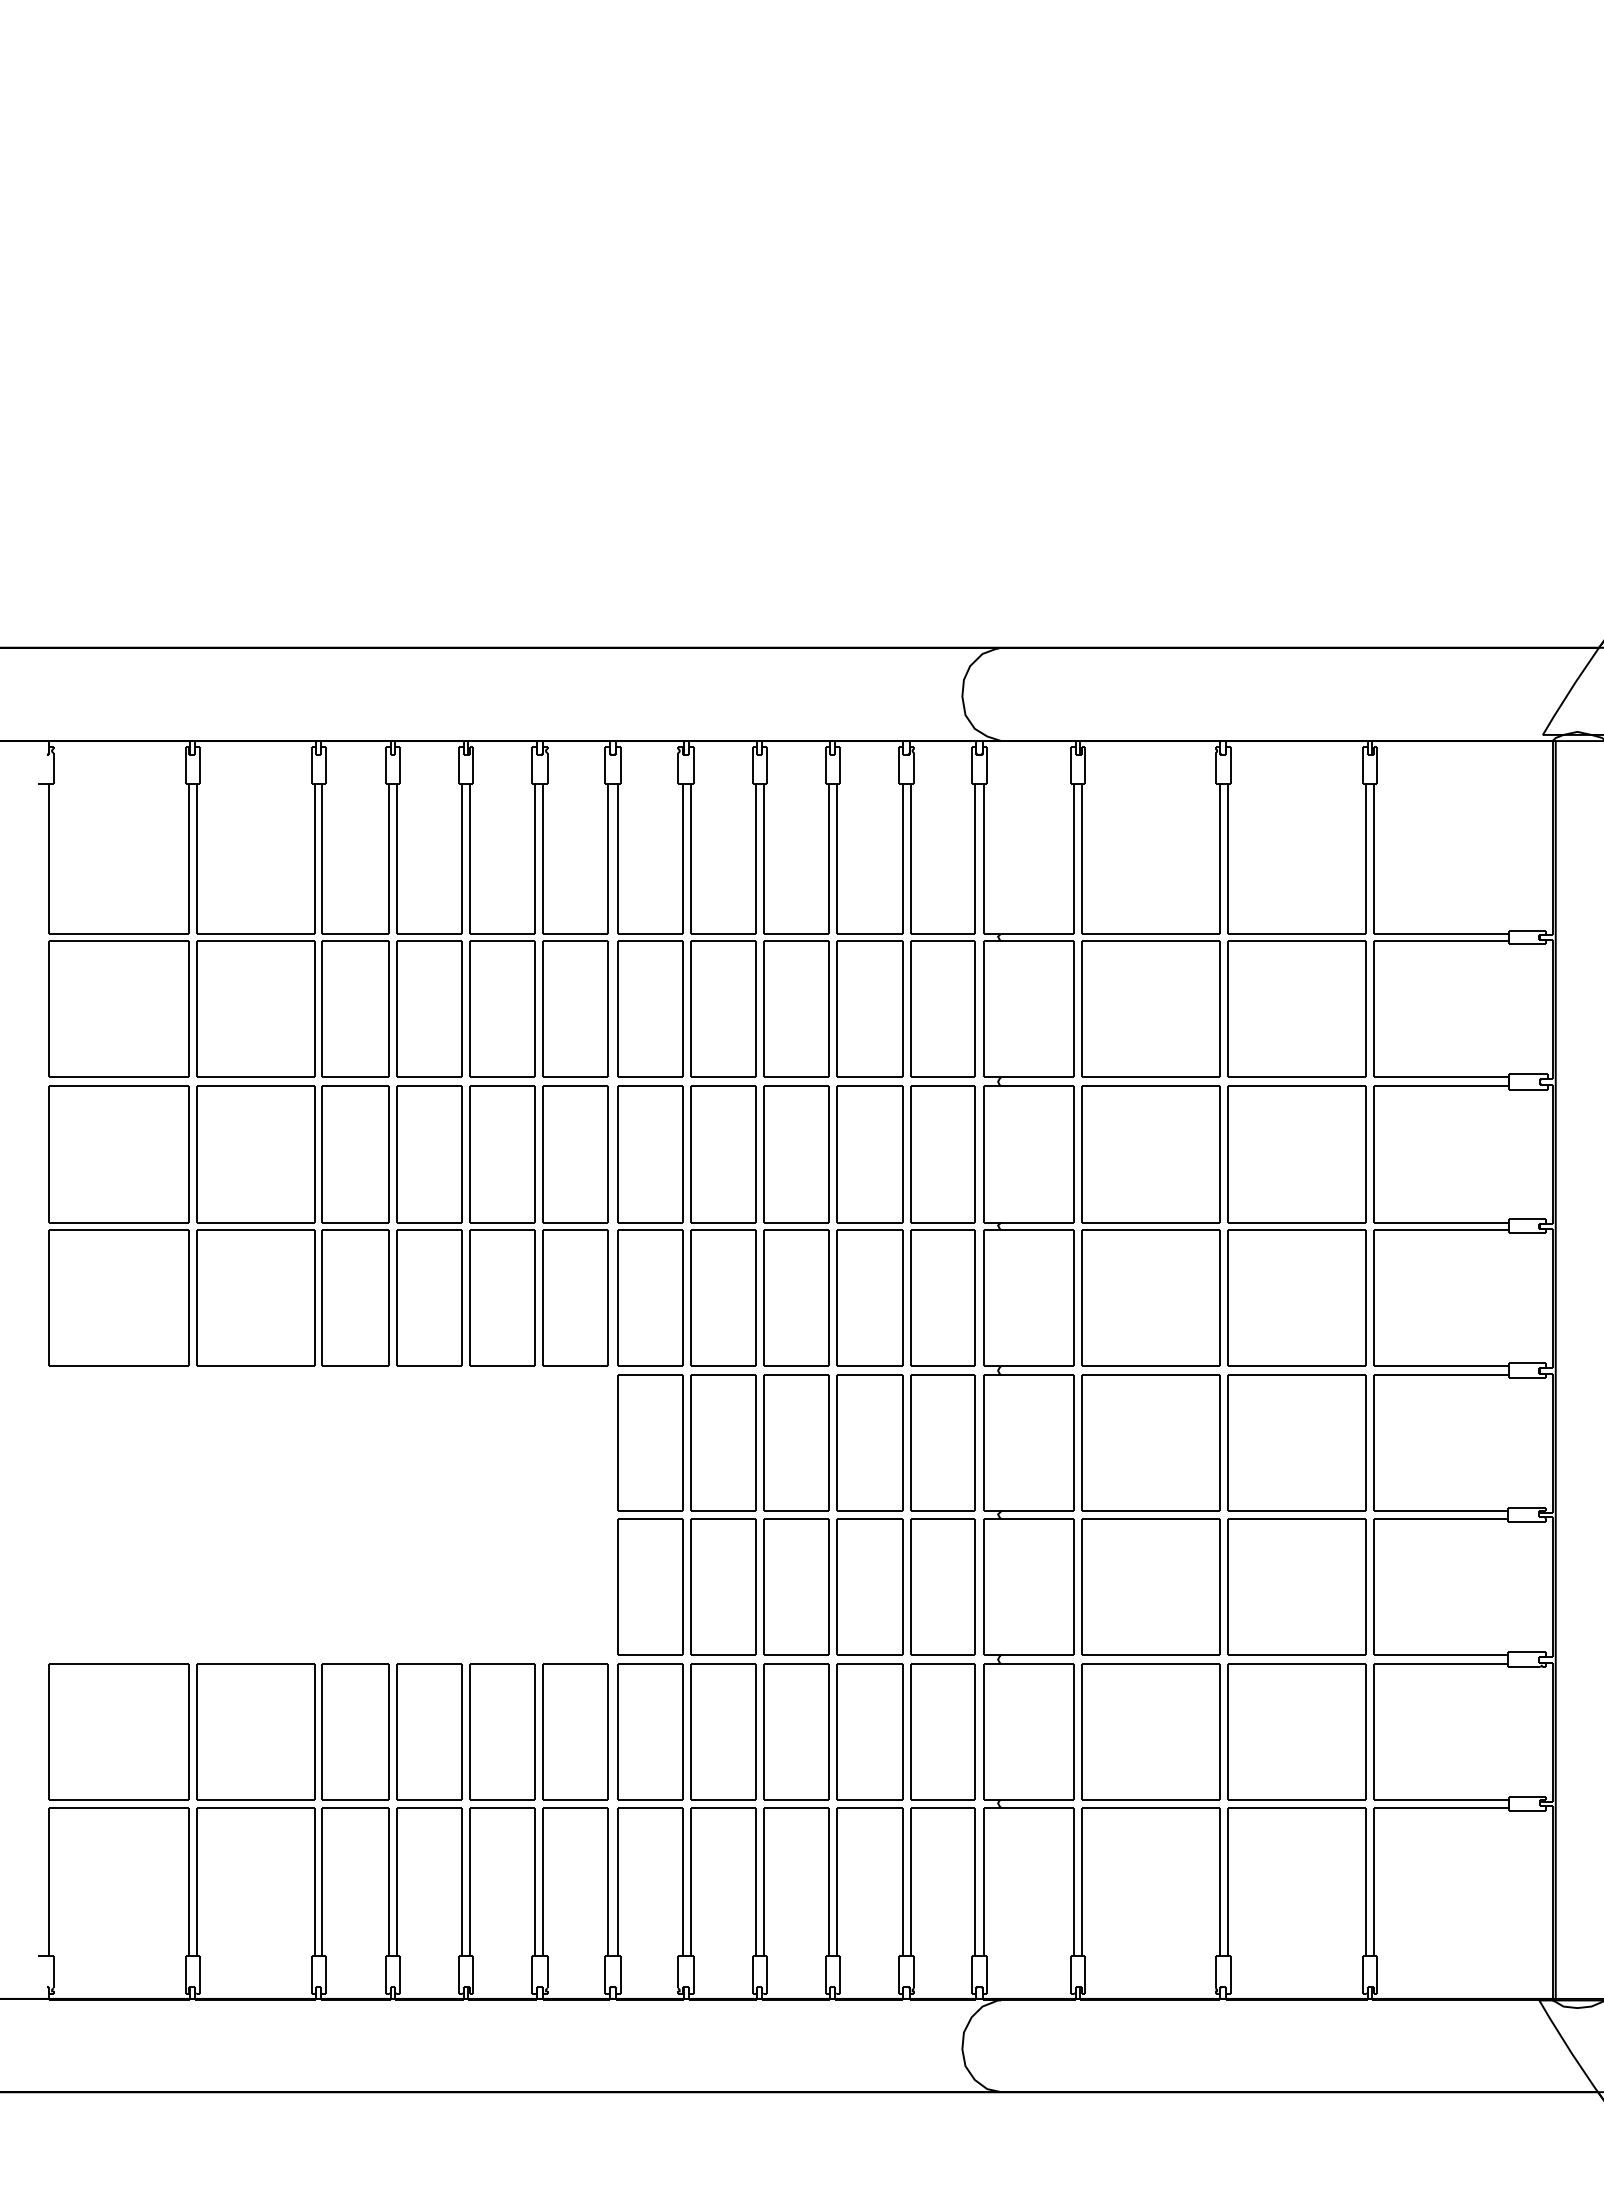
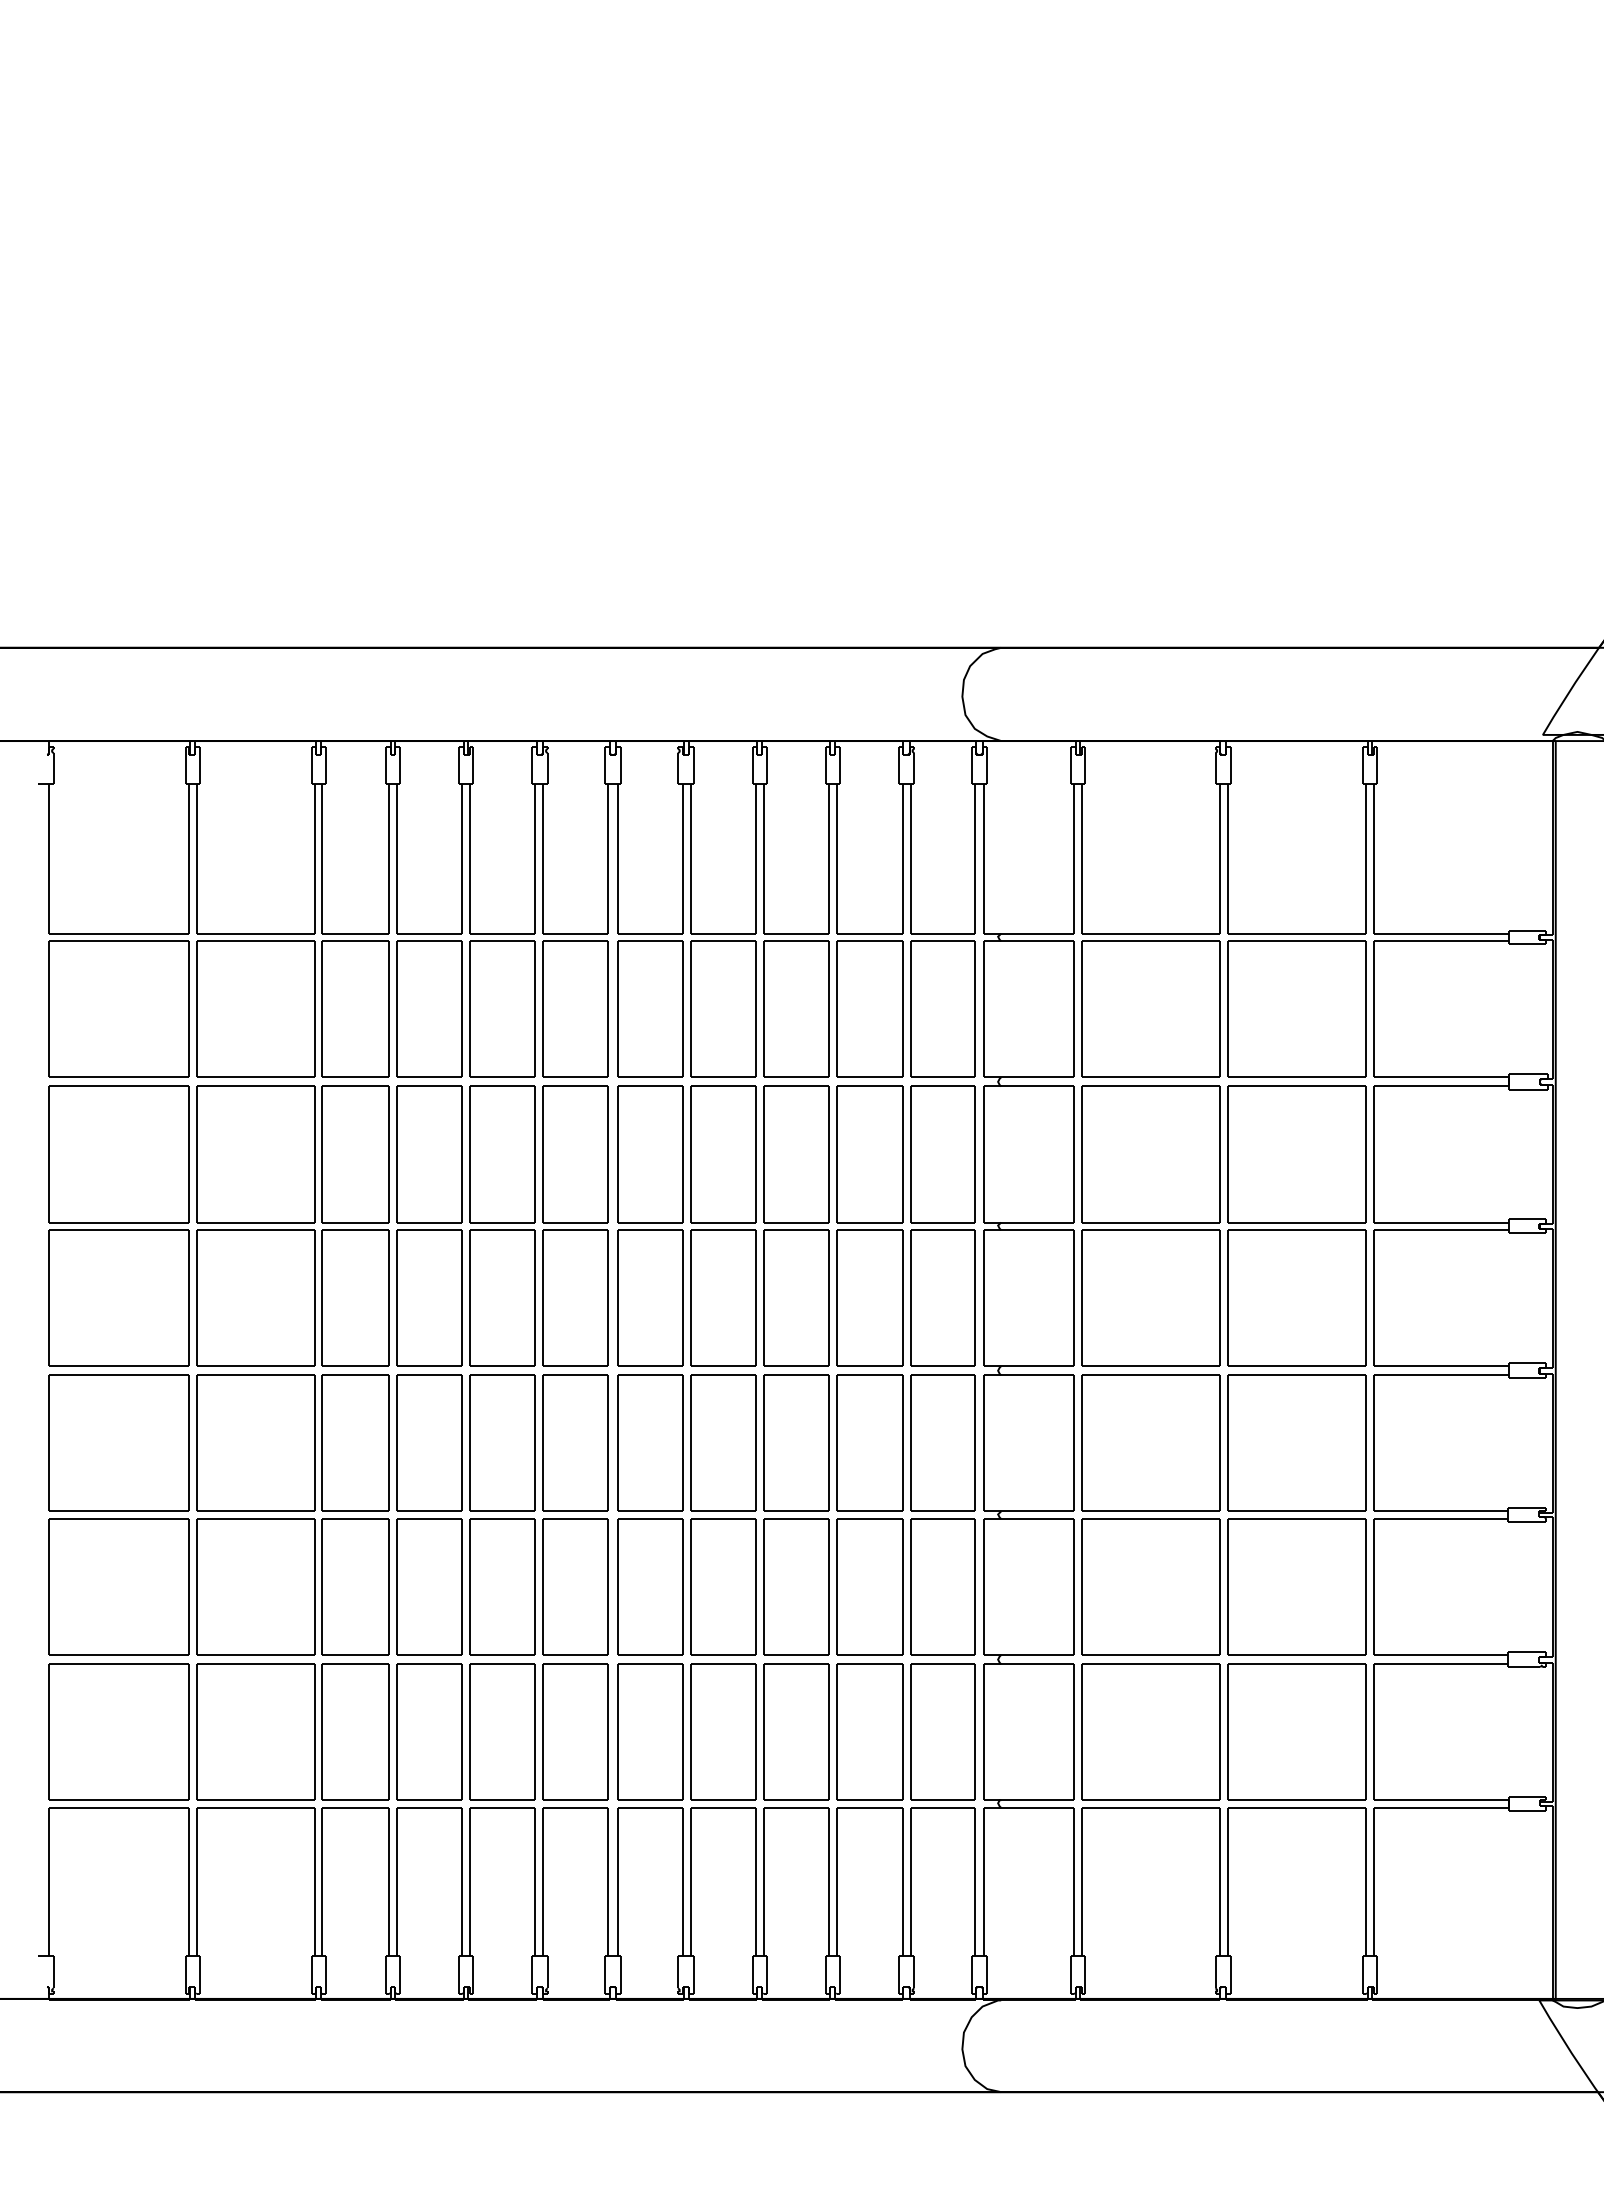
part at (328, 1514): none -> present
